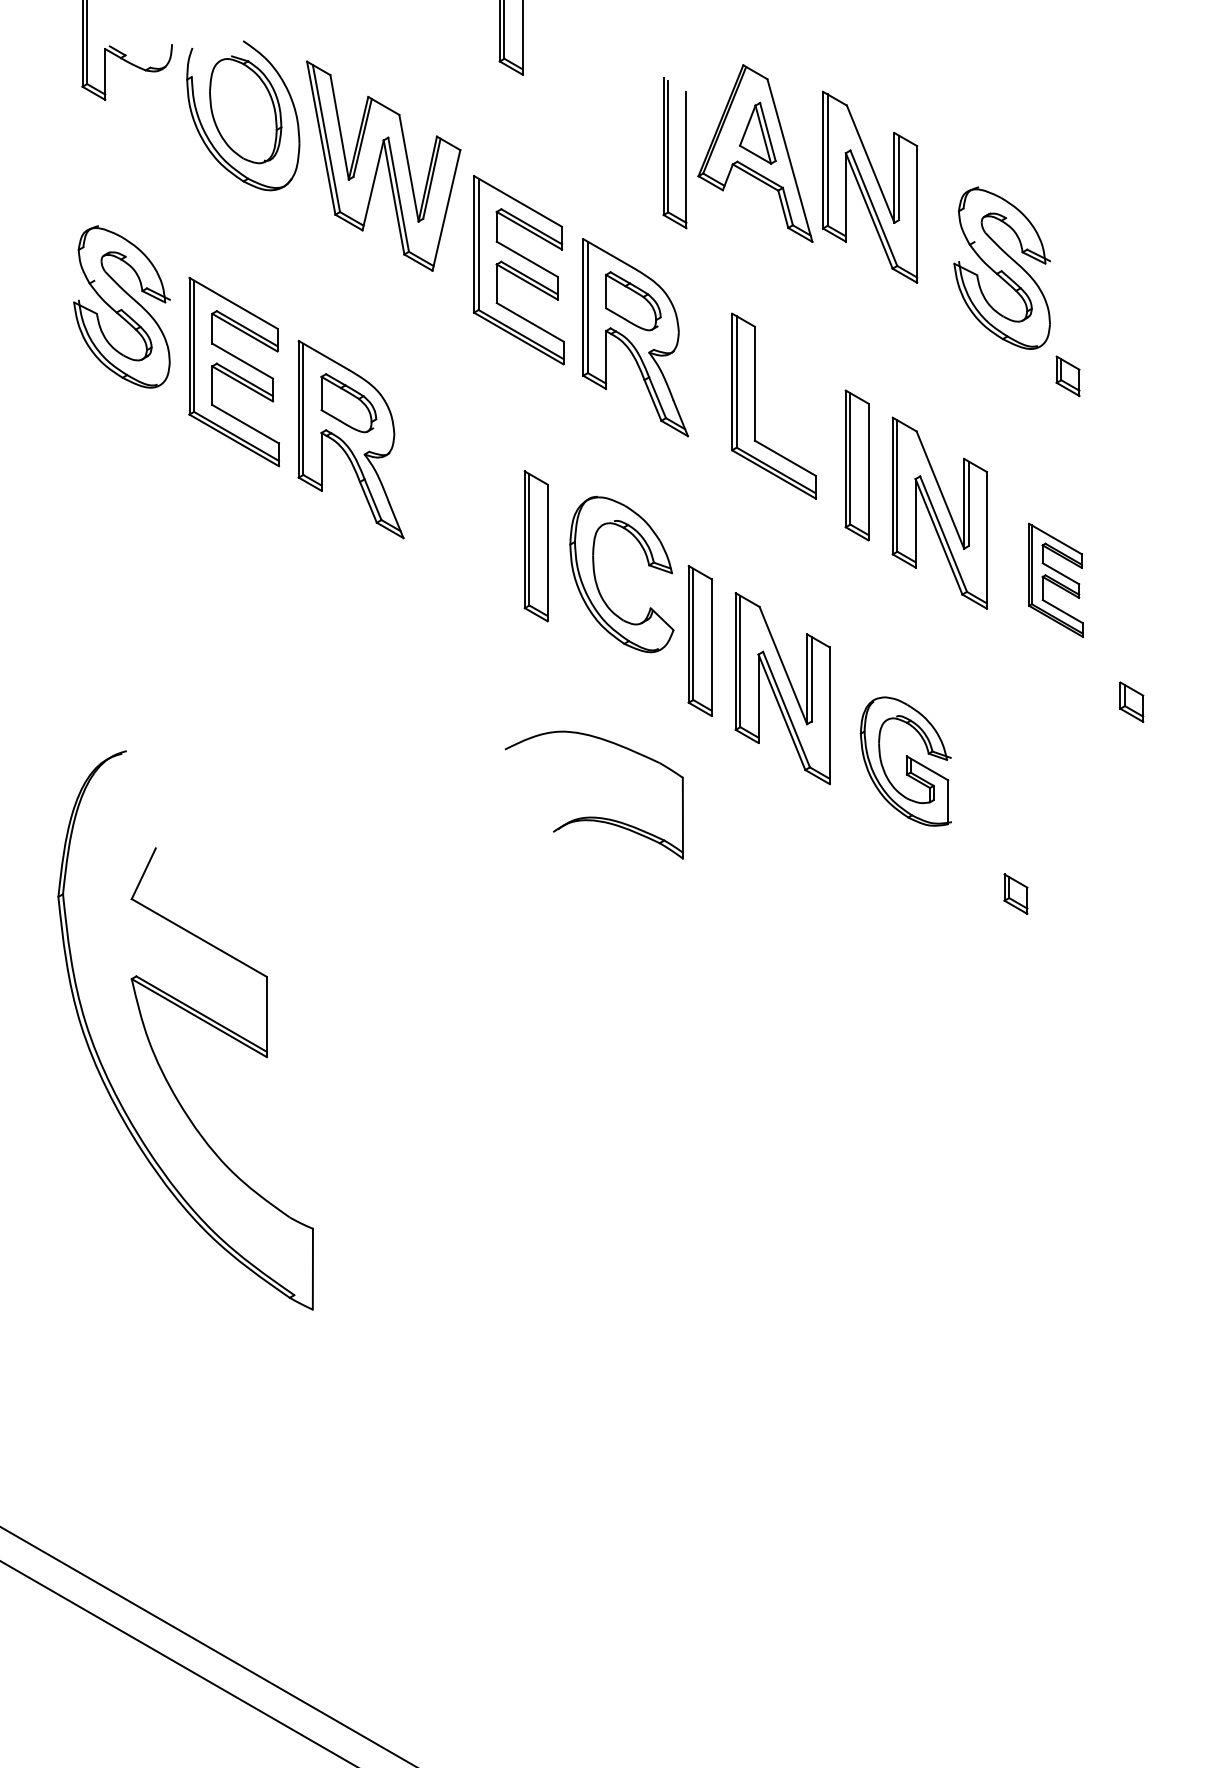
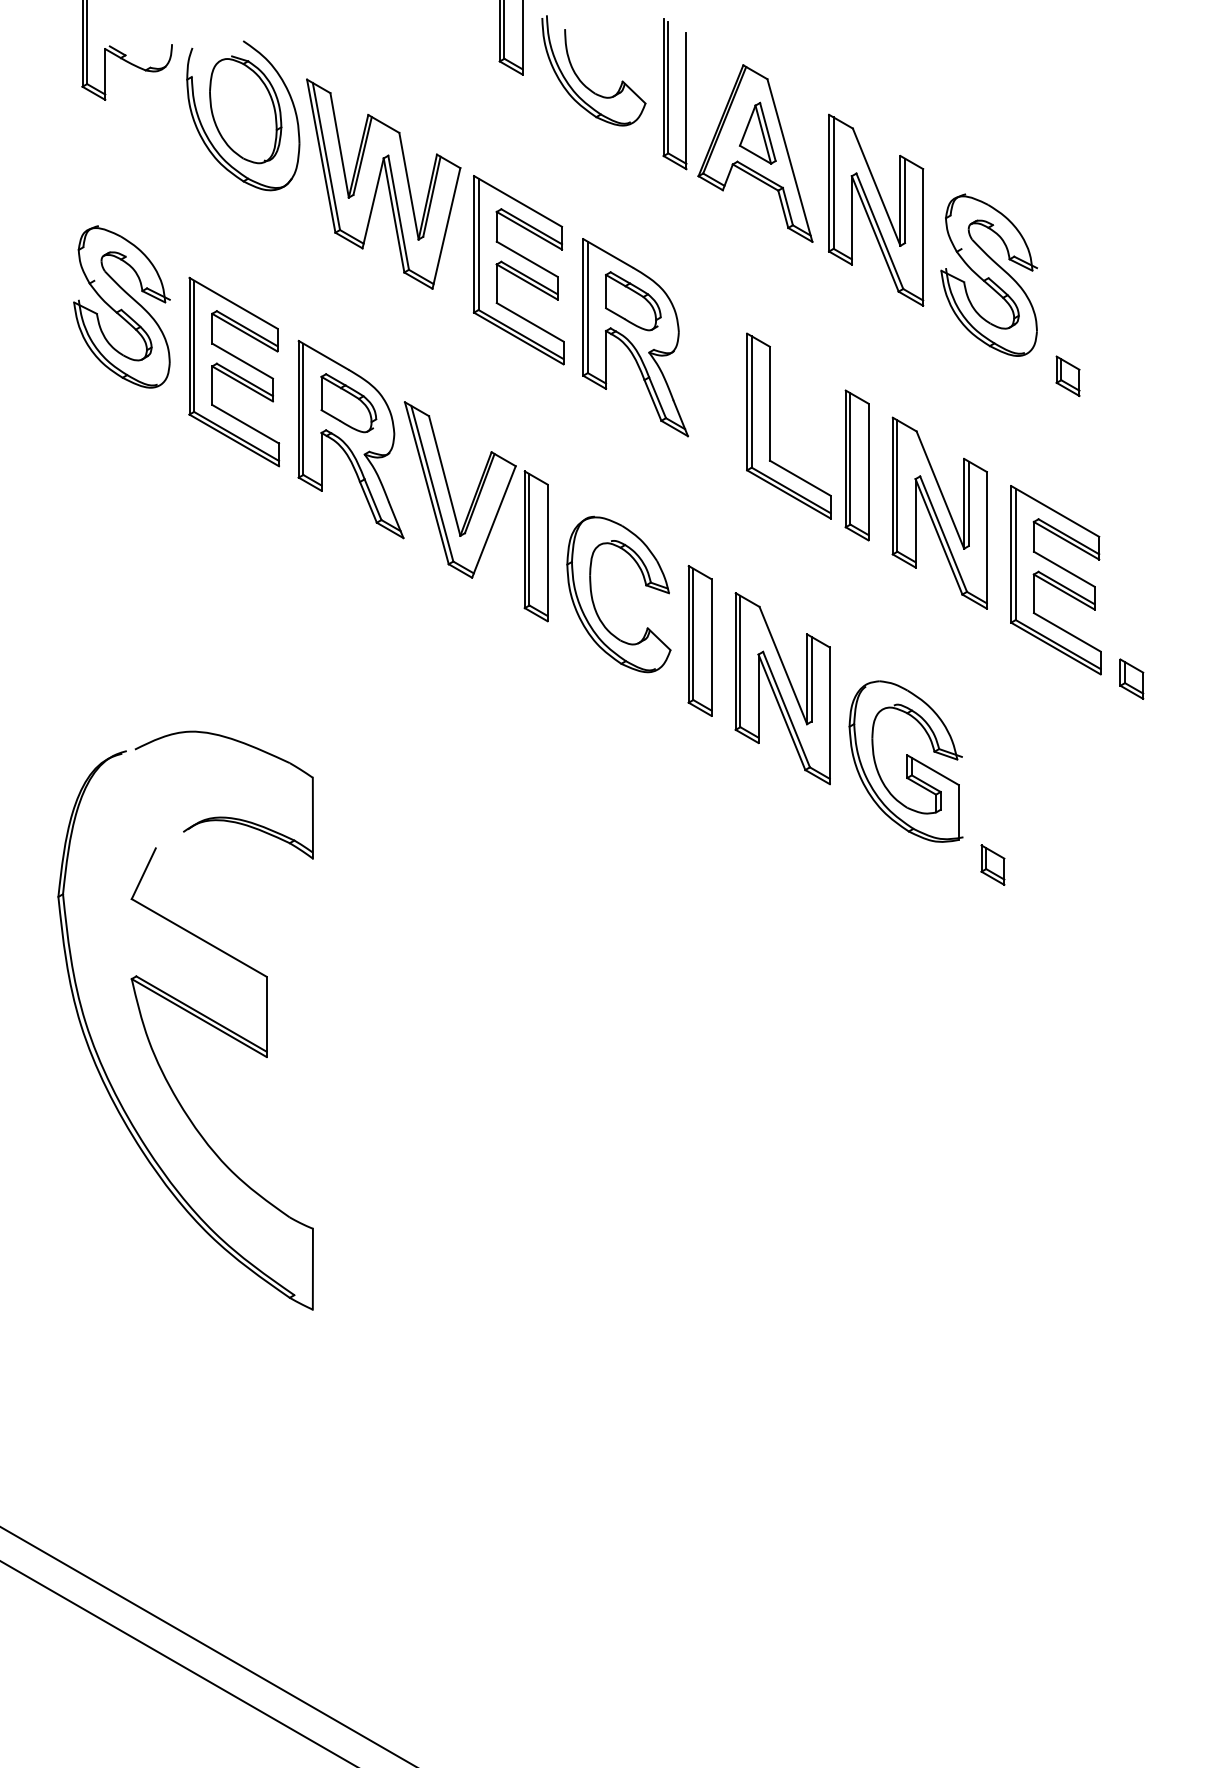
part at (582, 81): none -> present
part at (674, 153) position: (674, 153) -> (674, 94)
part at (383, 165) position: (383, 165) -> (383, 183)
part at (870, 186) position: (870, 186) -> (876, 209)
part at (1001, 267) position: (1001, 267) -> (988, 274)
part at (755, 405) position: (755, 405) -> (770, 425)
part at (450, 493): none -> present
part at (596, 578) position: (596, 578) -> (593, 598)
part at (1055, 579) size: 56x116 px -> 92x191 px
part at (1131, 701) position: (1131, 701) -> (1131, 678)
part at (905, 761) size: 93x131 px -> 116x163 px
part at (593, 816) position: (593, 816) -> (223, 816)
part at (1015, 893) position: (1015, 893) -> (992, 864)
